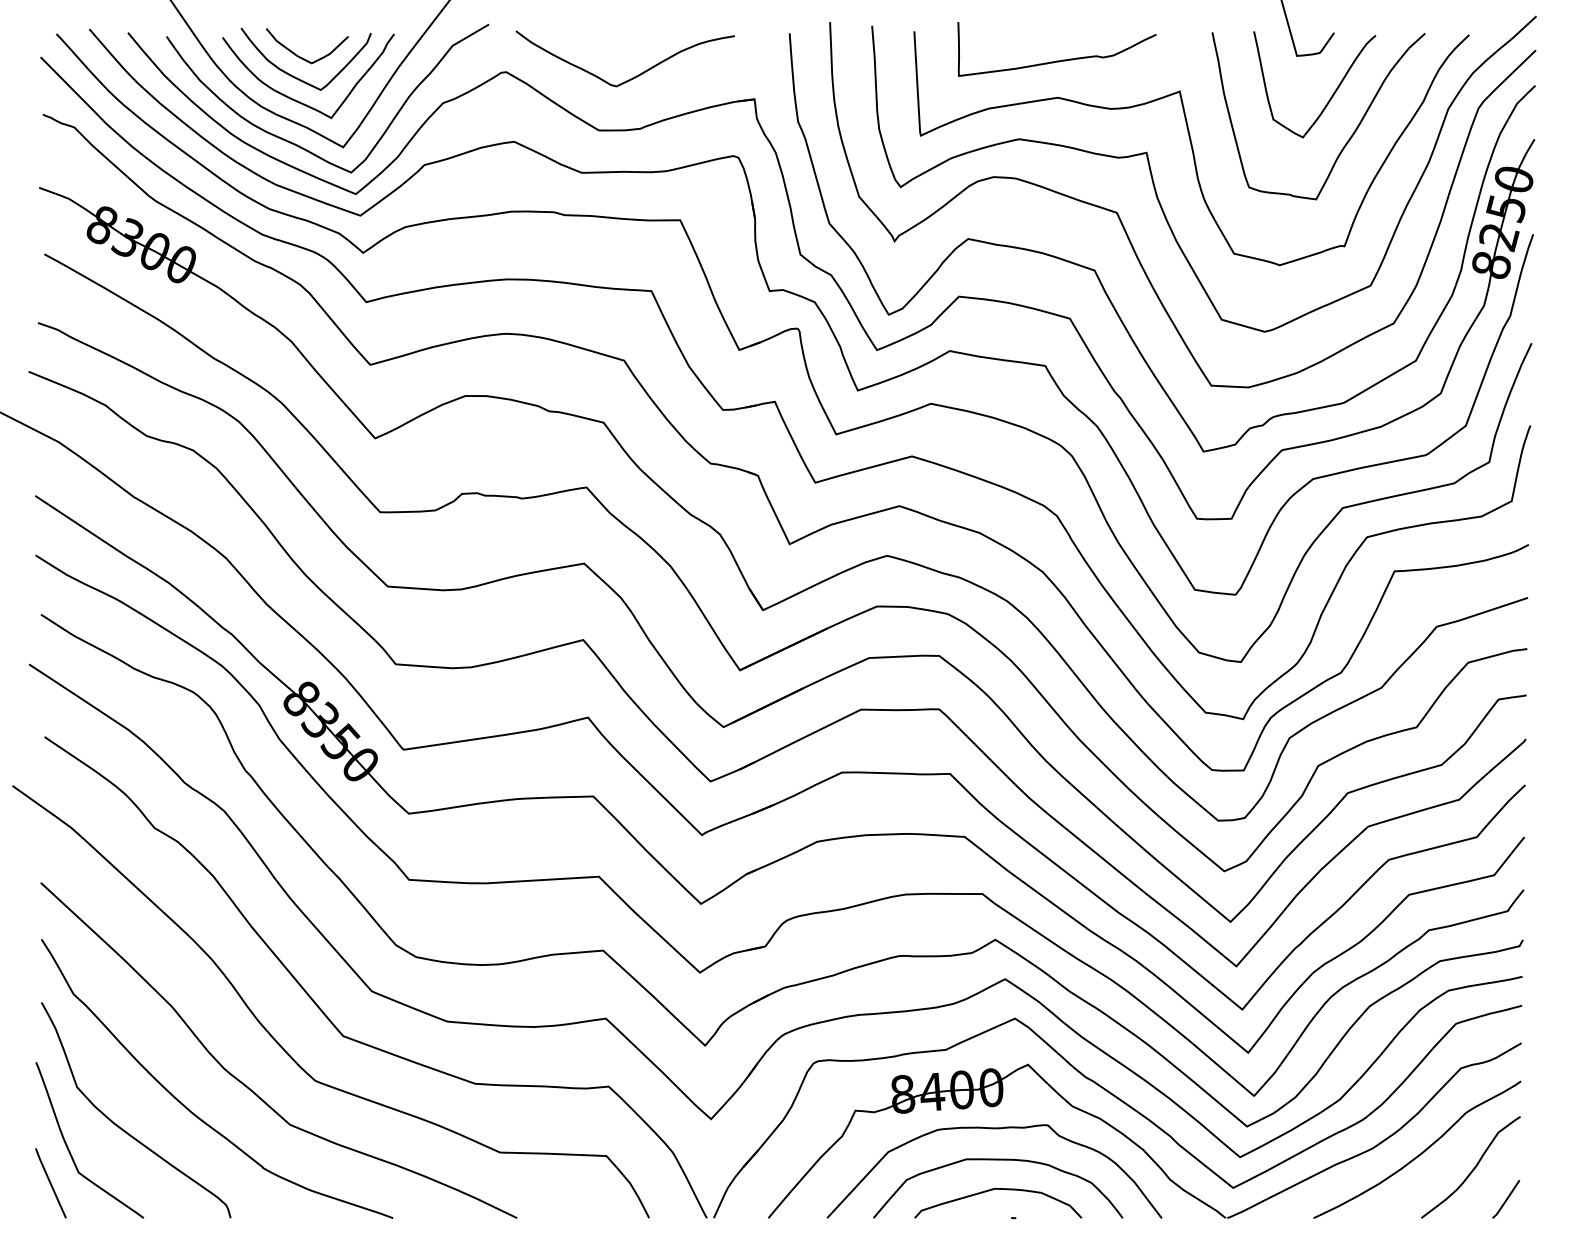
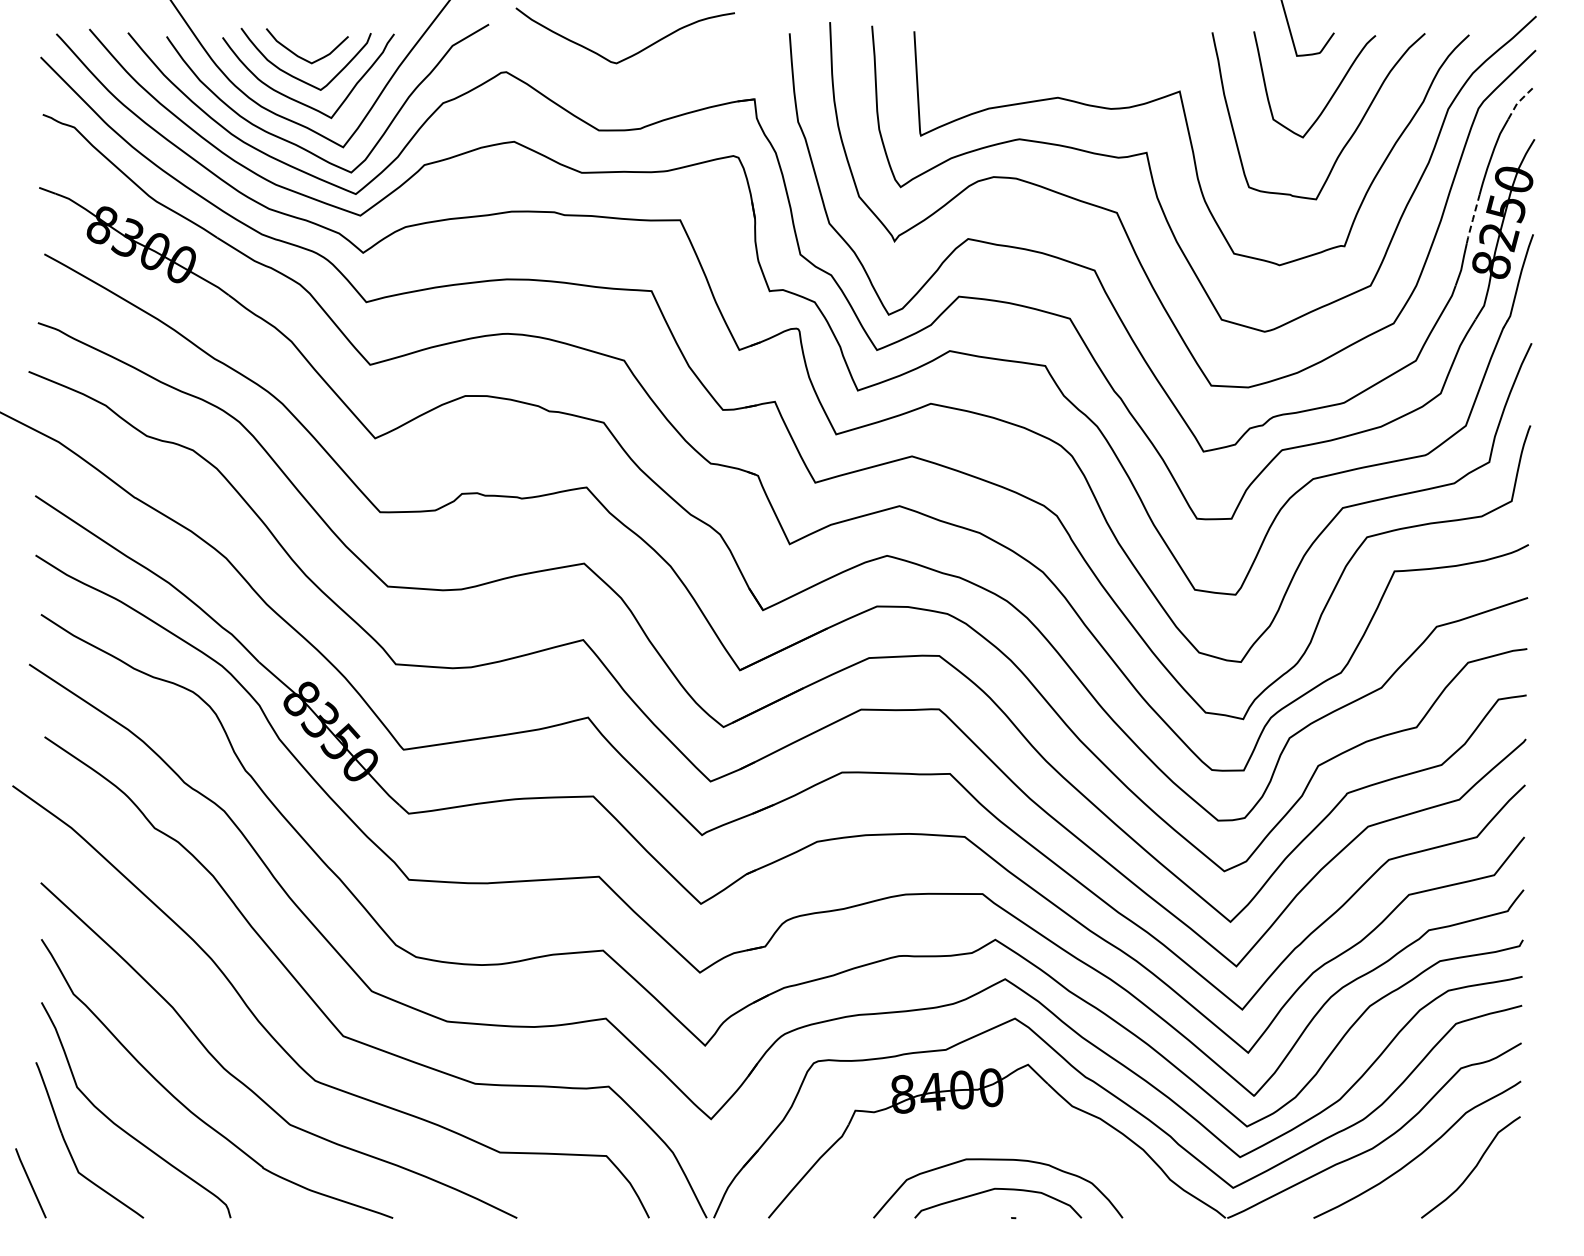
curve at (1056, 60): present -> none
curve at (634, 76) position: (634, 76) -> (634, 53)
line at (1519, 100): solid -> dashed
line at (1472, 219): solid -> dashed
curve at (994, 1129): present -> none
line at (50, 1183) position: (50, 1183) -> (30, 1183)
line at (1506, 1199): present -> none
